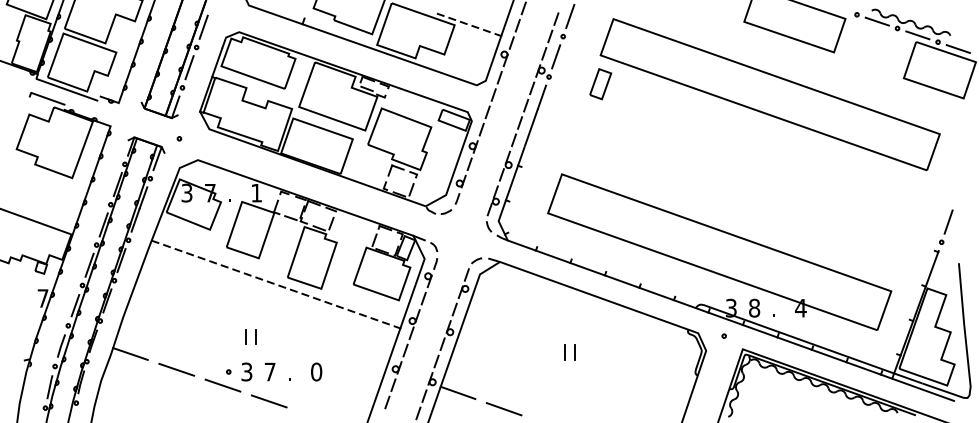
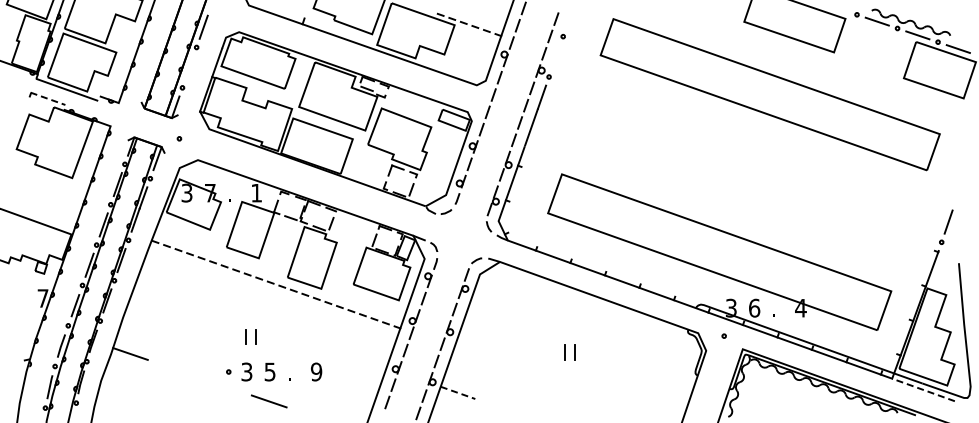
line at (570, 15): present -> none
line at (556, 56): present -> none
line at (189, 67): present -> none
part at (600, 84): present -> none
line at (48, 98): solid -> dashed
text at (754, 307): 8 -> 6
line at (176, 369): present -> none
text at (269, 371): 7 -> 5
text at (316, 372): 0 -> 9
line at (222, 385): present -> none
line at (923, 389): solid -> dashed
line at (458, 393): solid -> dashed
line at (503, 409): present -> none
